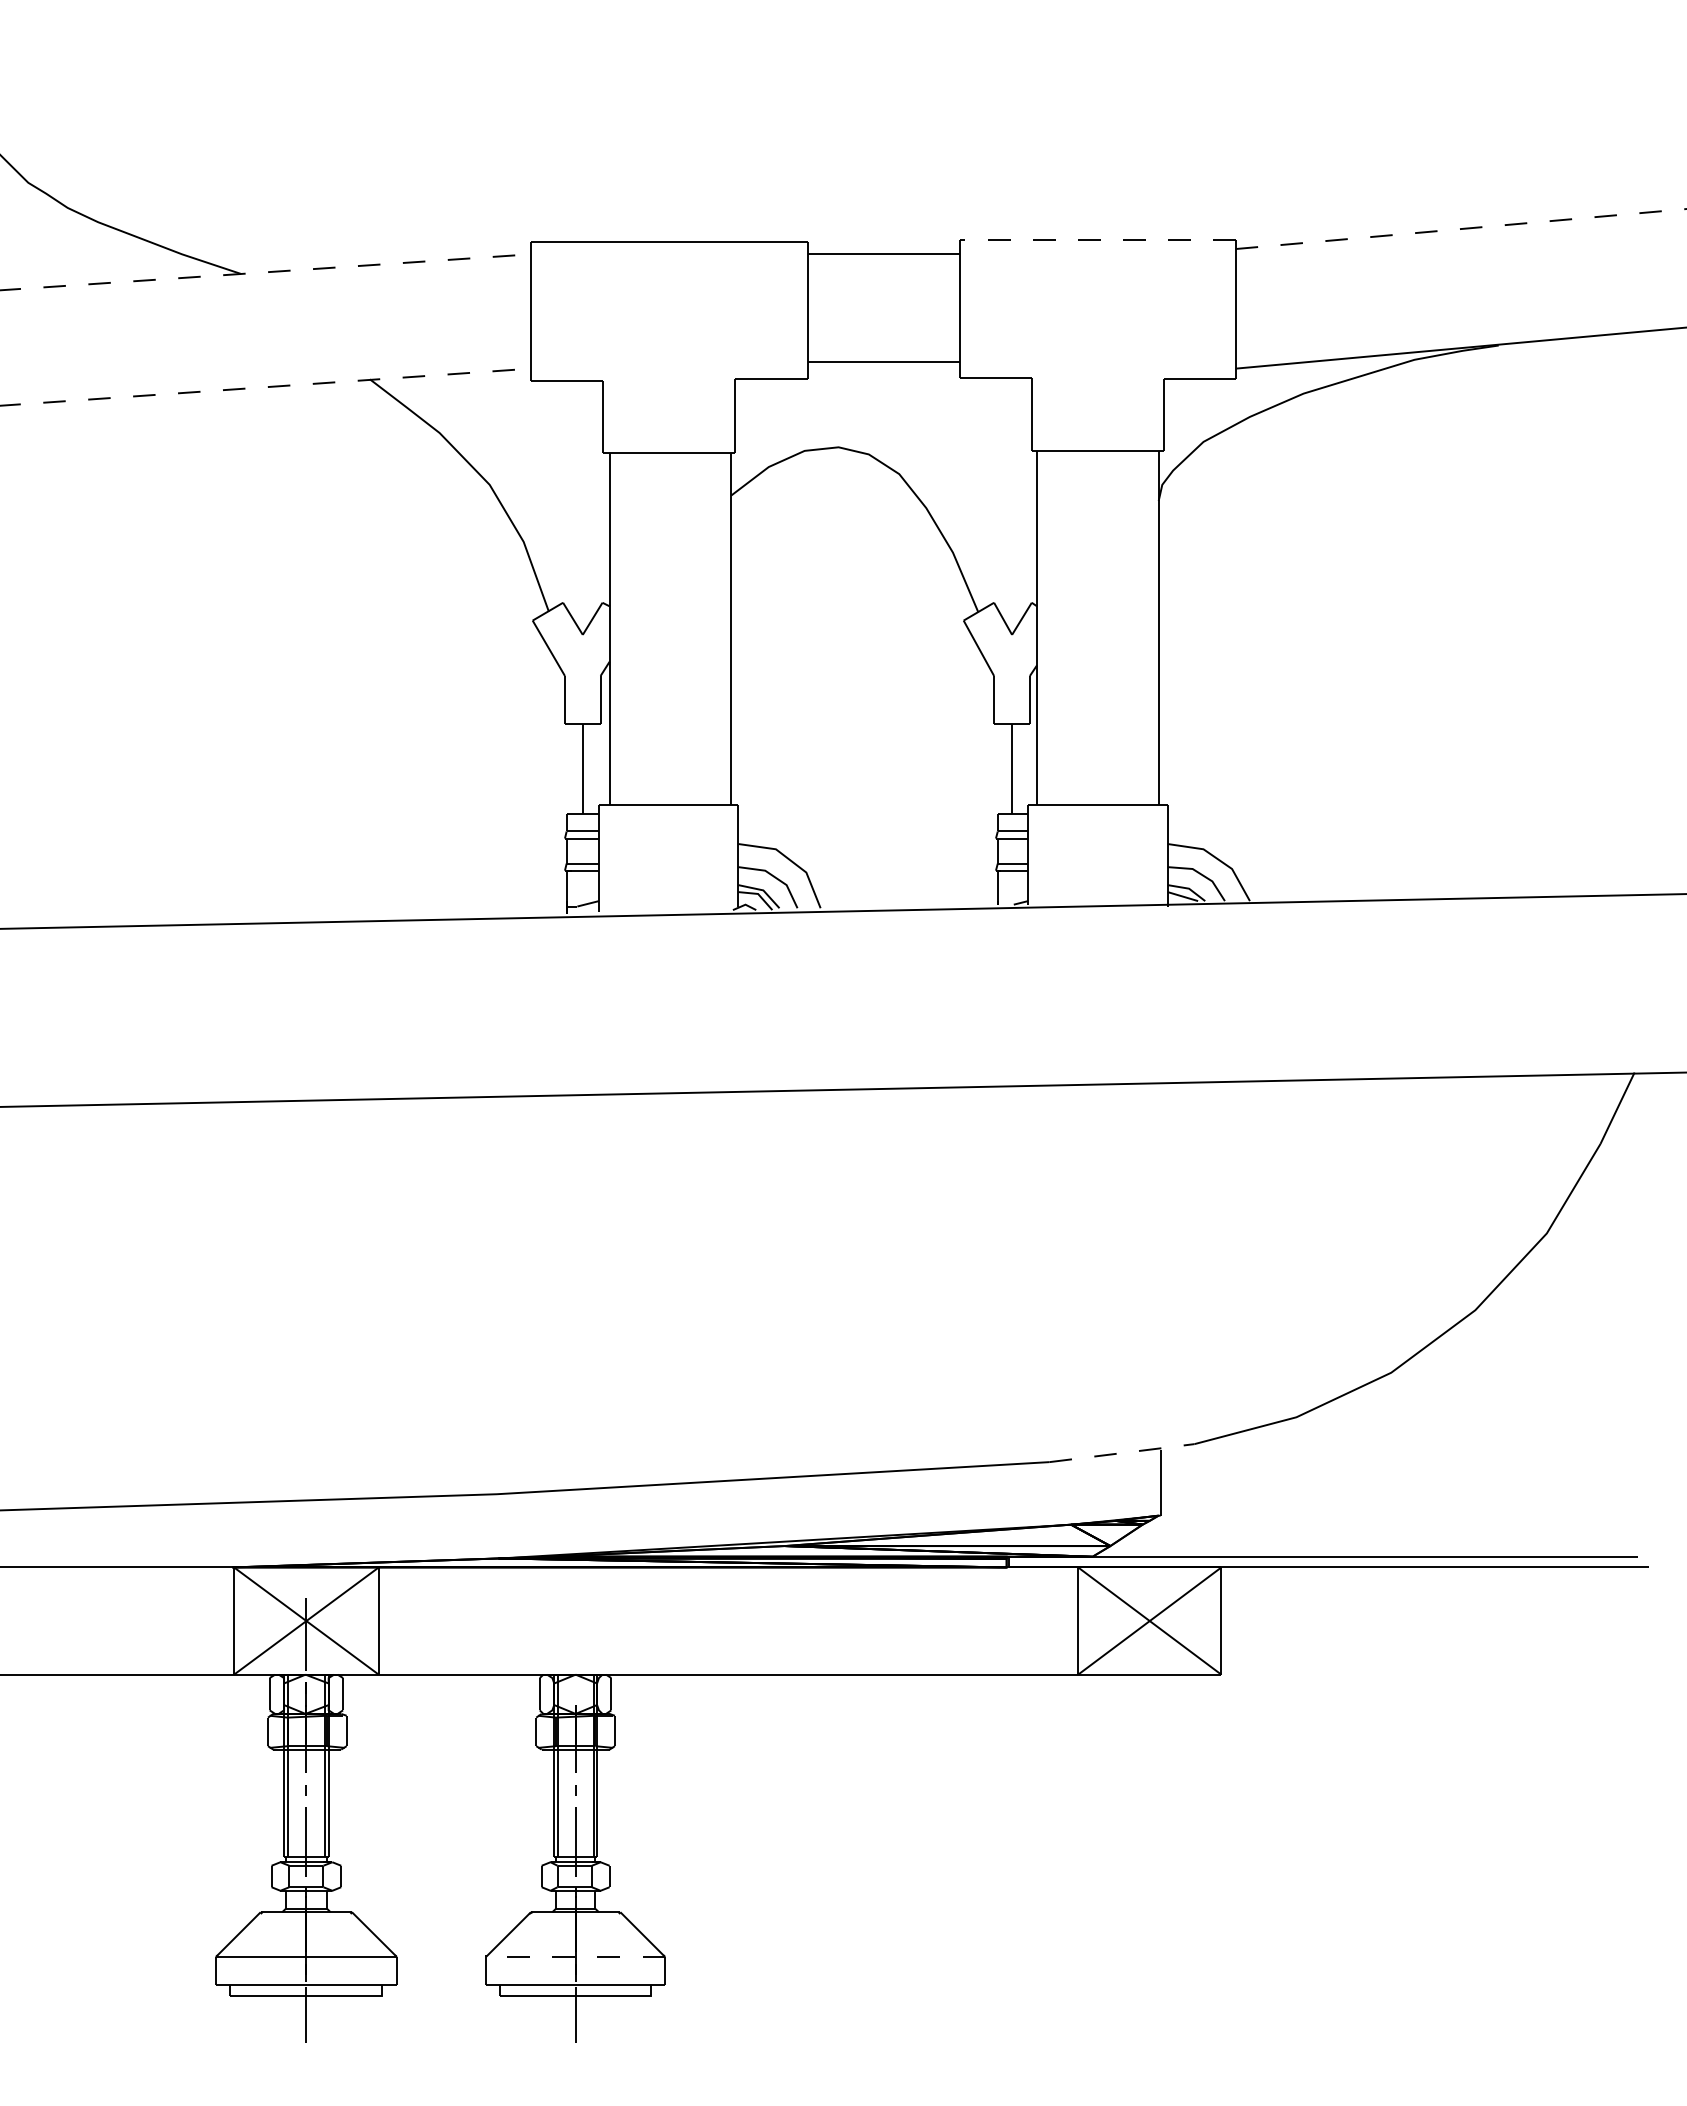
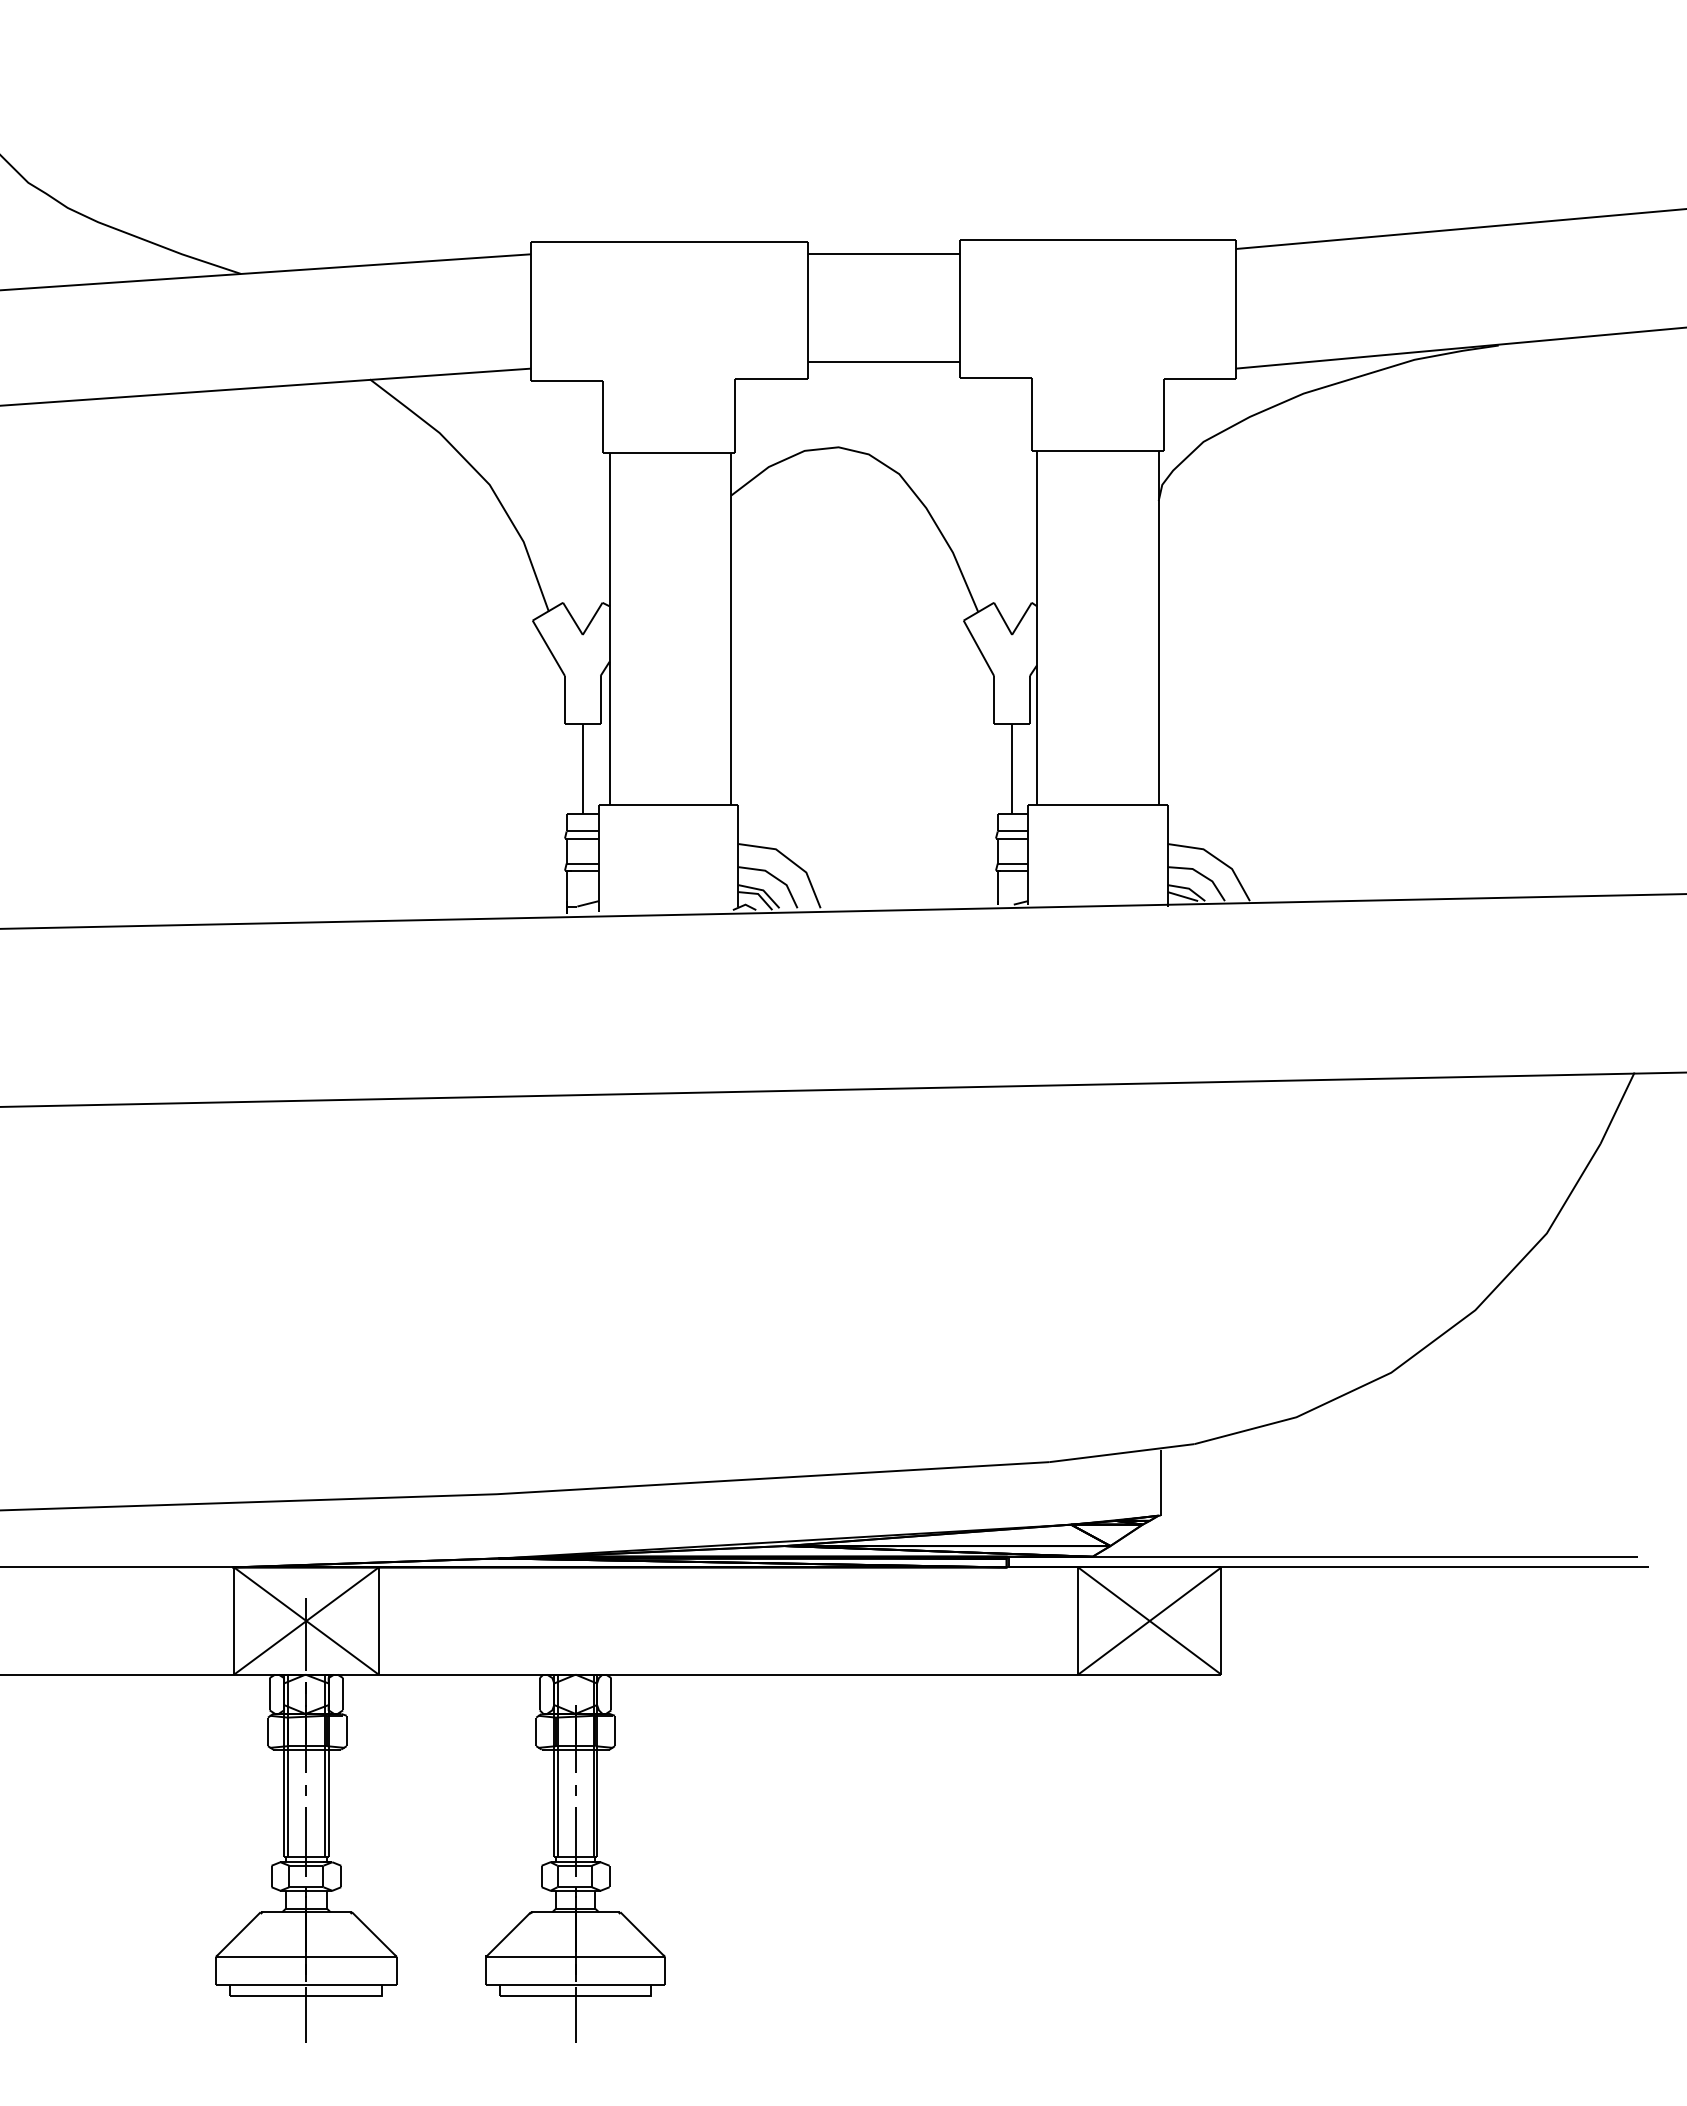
line at (1461, 229): dashed -> solid
line at (1097, 240): dashed -> solid
line at (265, 272): dashed -> solid
line at (265, 387): dashed -> solid
line at (1122, 1453): dashed -> solid
line at (575, 1956): dashed -> solid
